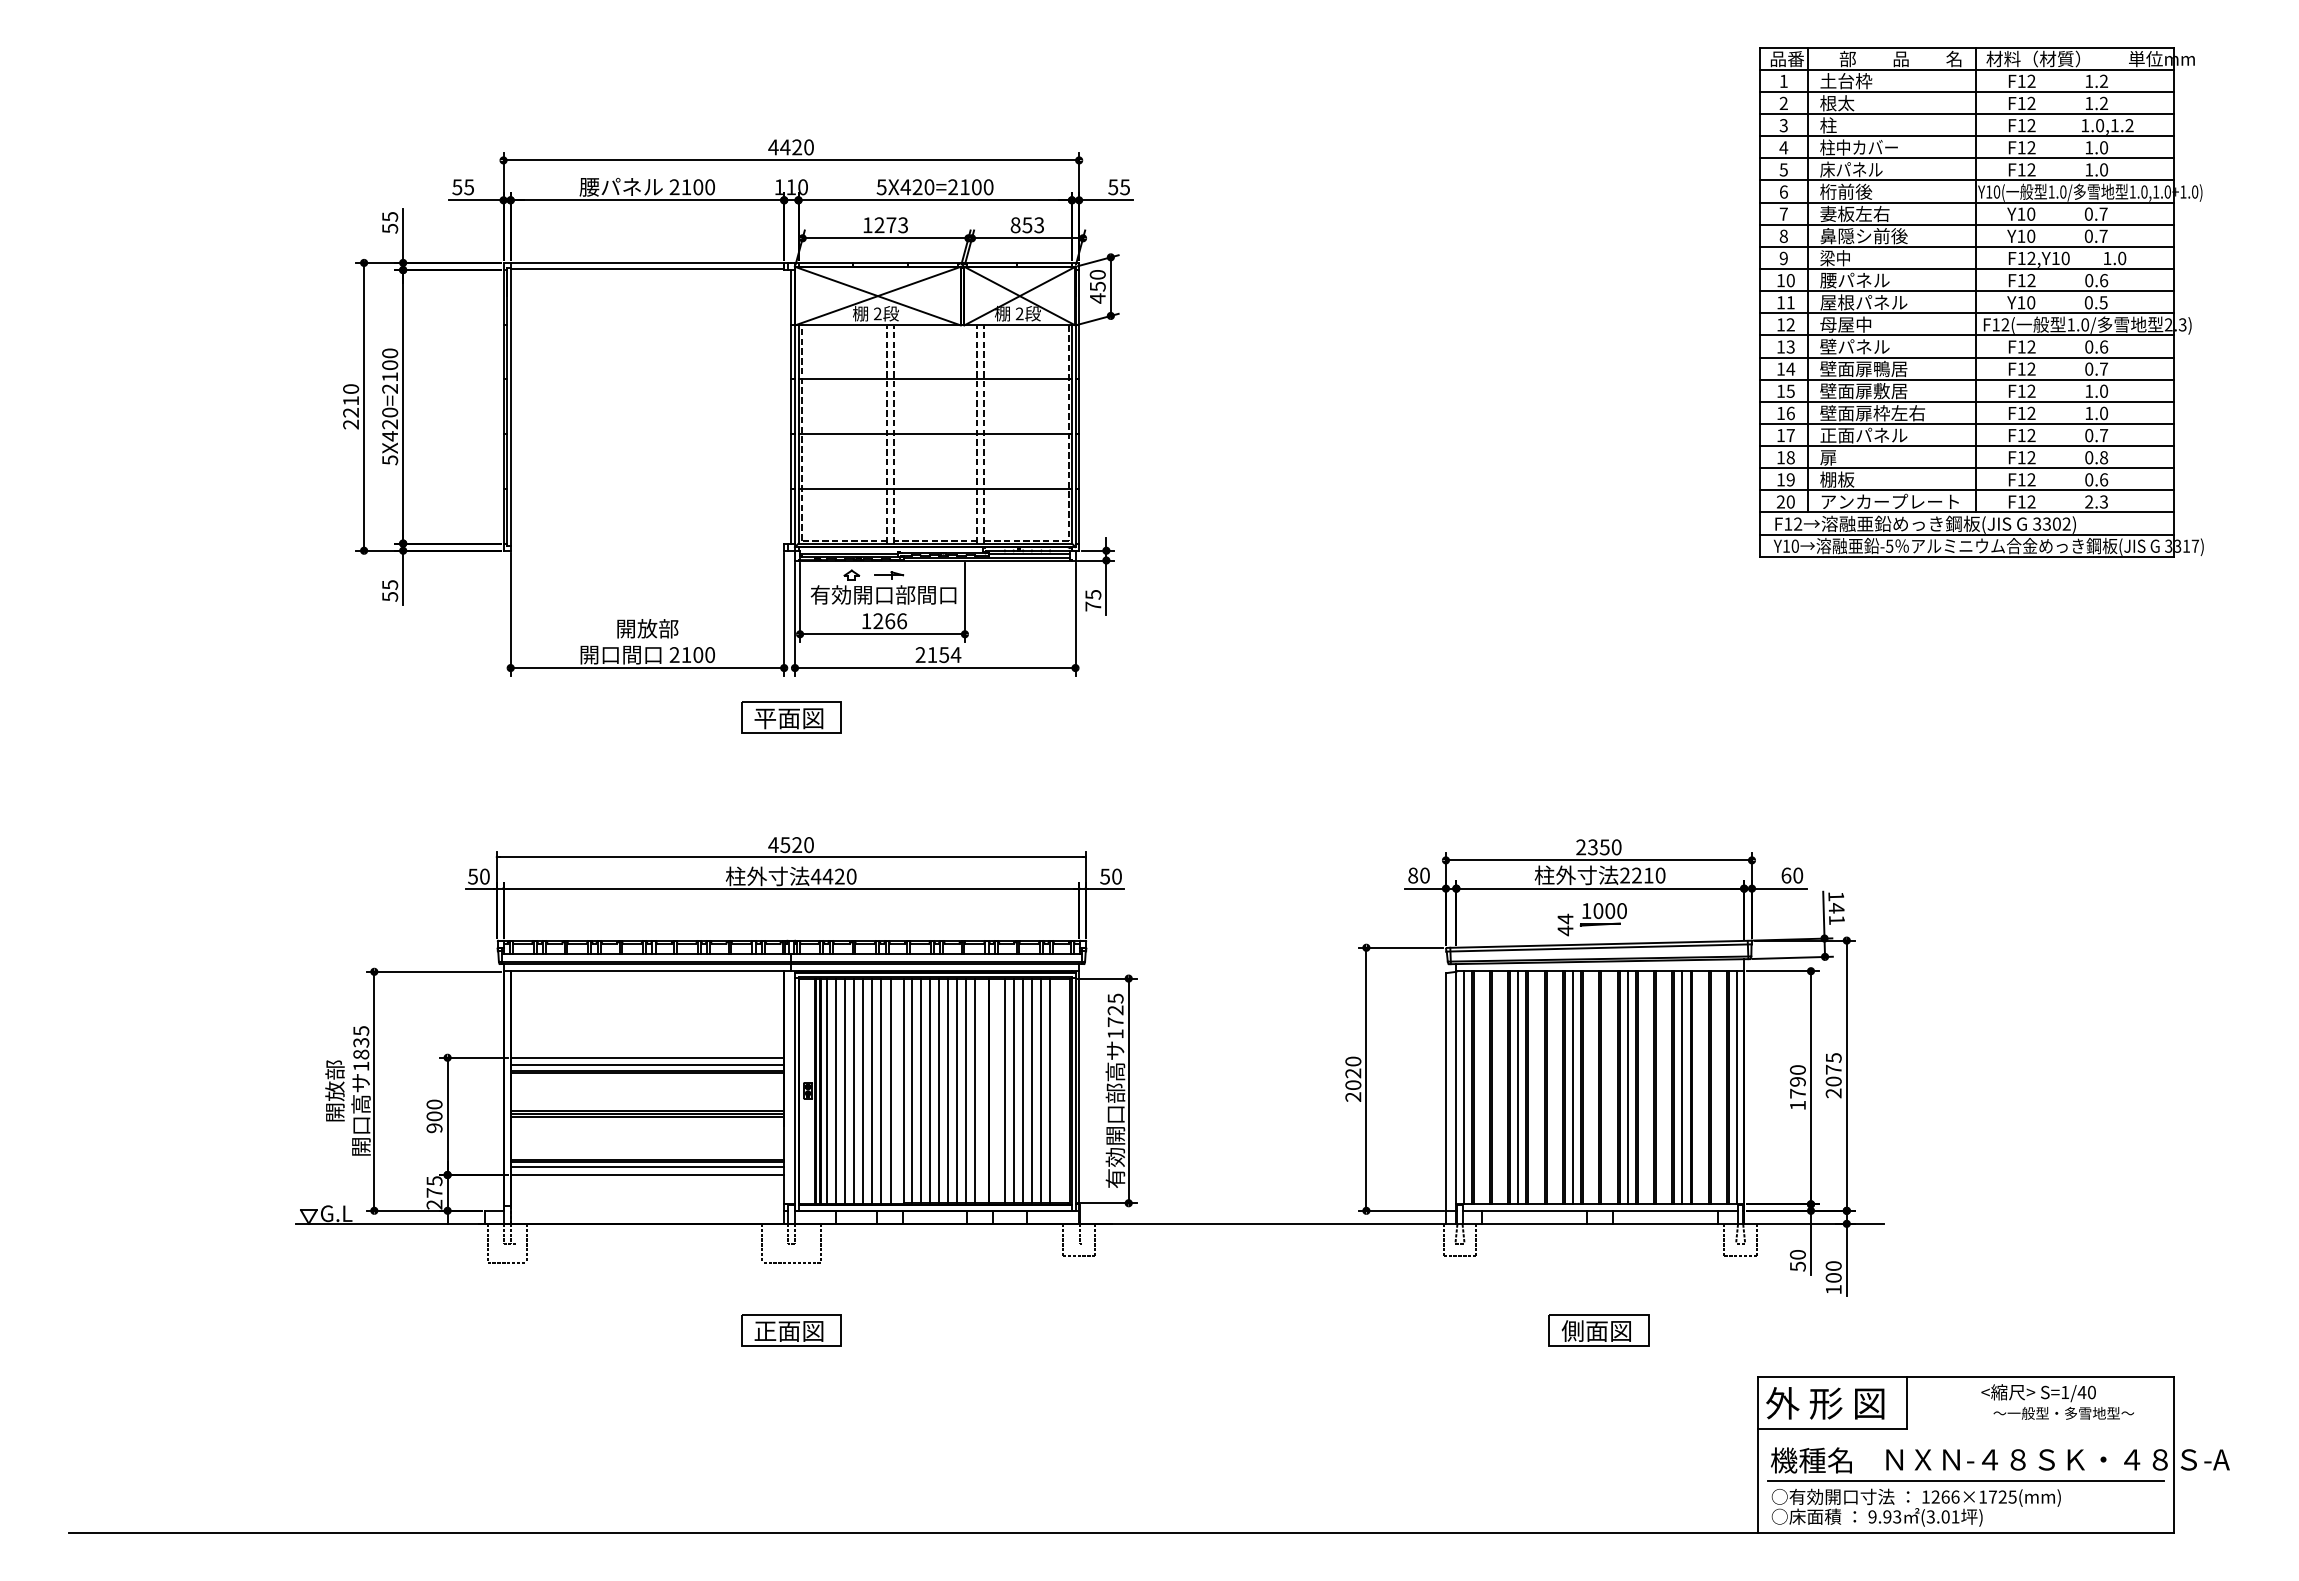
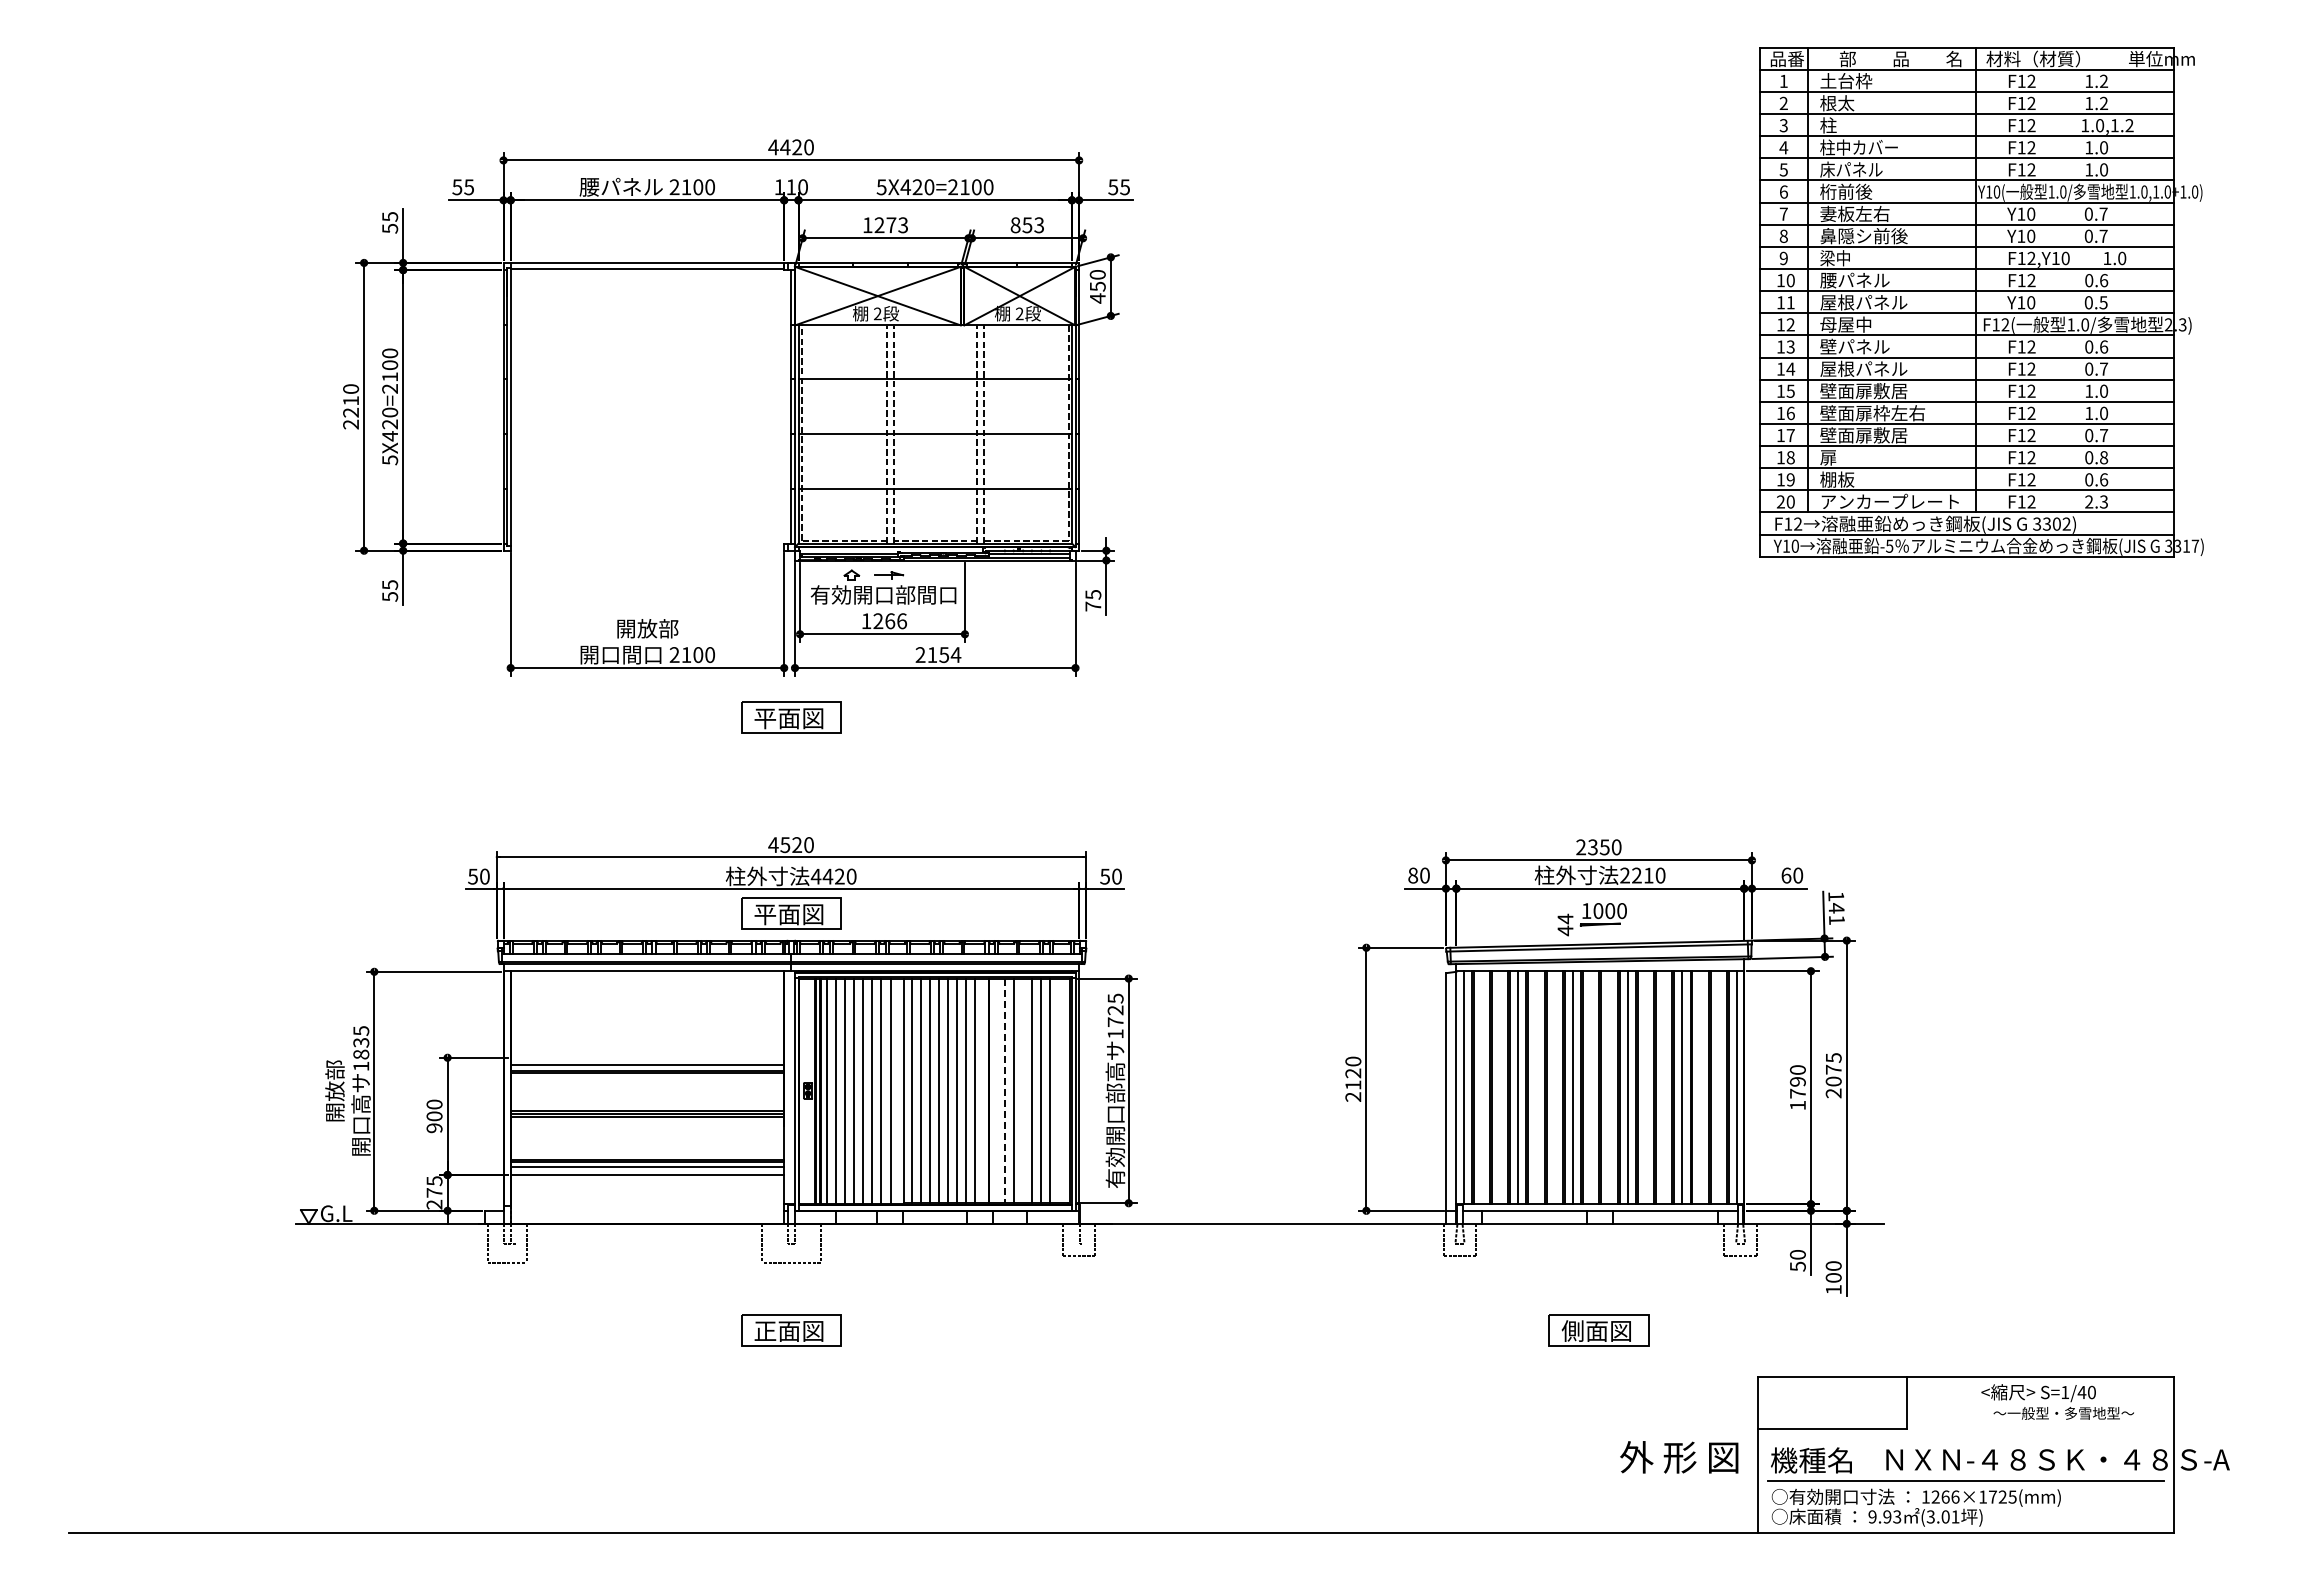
text at (1863, 368): 壁面扉鴨居 -> 屋根パネル
text at (1863, 435): 正面パネル -> 壁面扉敷居
part at (791, 913): none -> present
line at (647, 1057): present -> none
text at (1353, 1084): 2020 -> 2120
line at (1022, 1090): present -> none
line at (1004, 1091): solid -> dashed
text at (1825, 1403) position: (1825, 1403) -> (1679, 1457)
